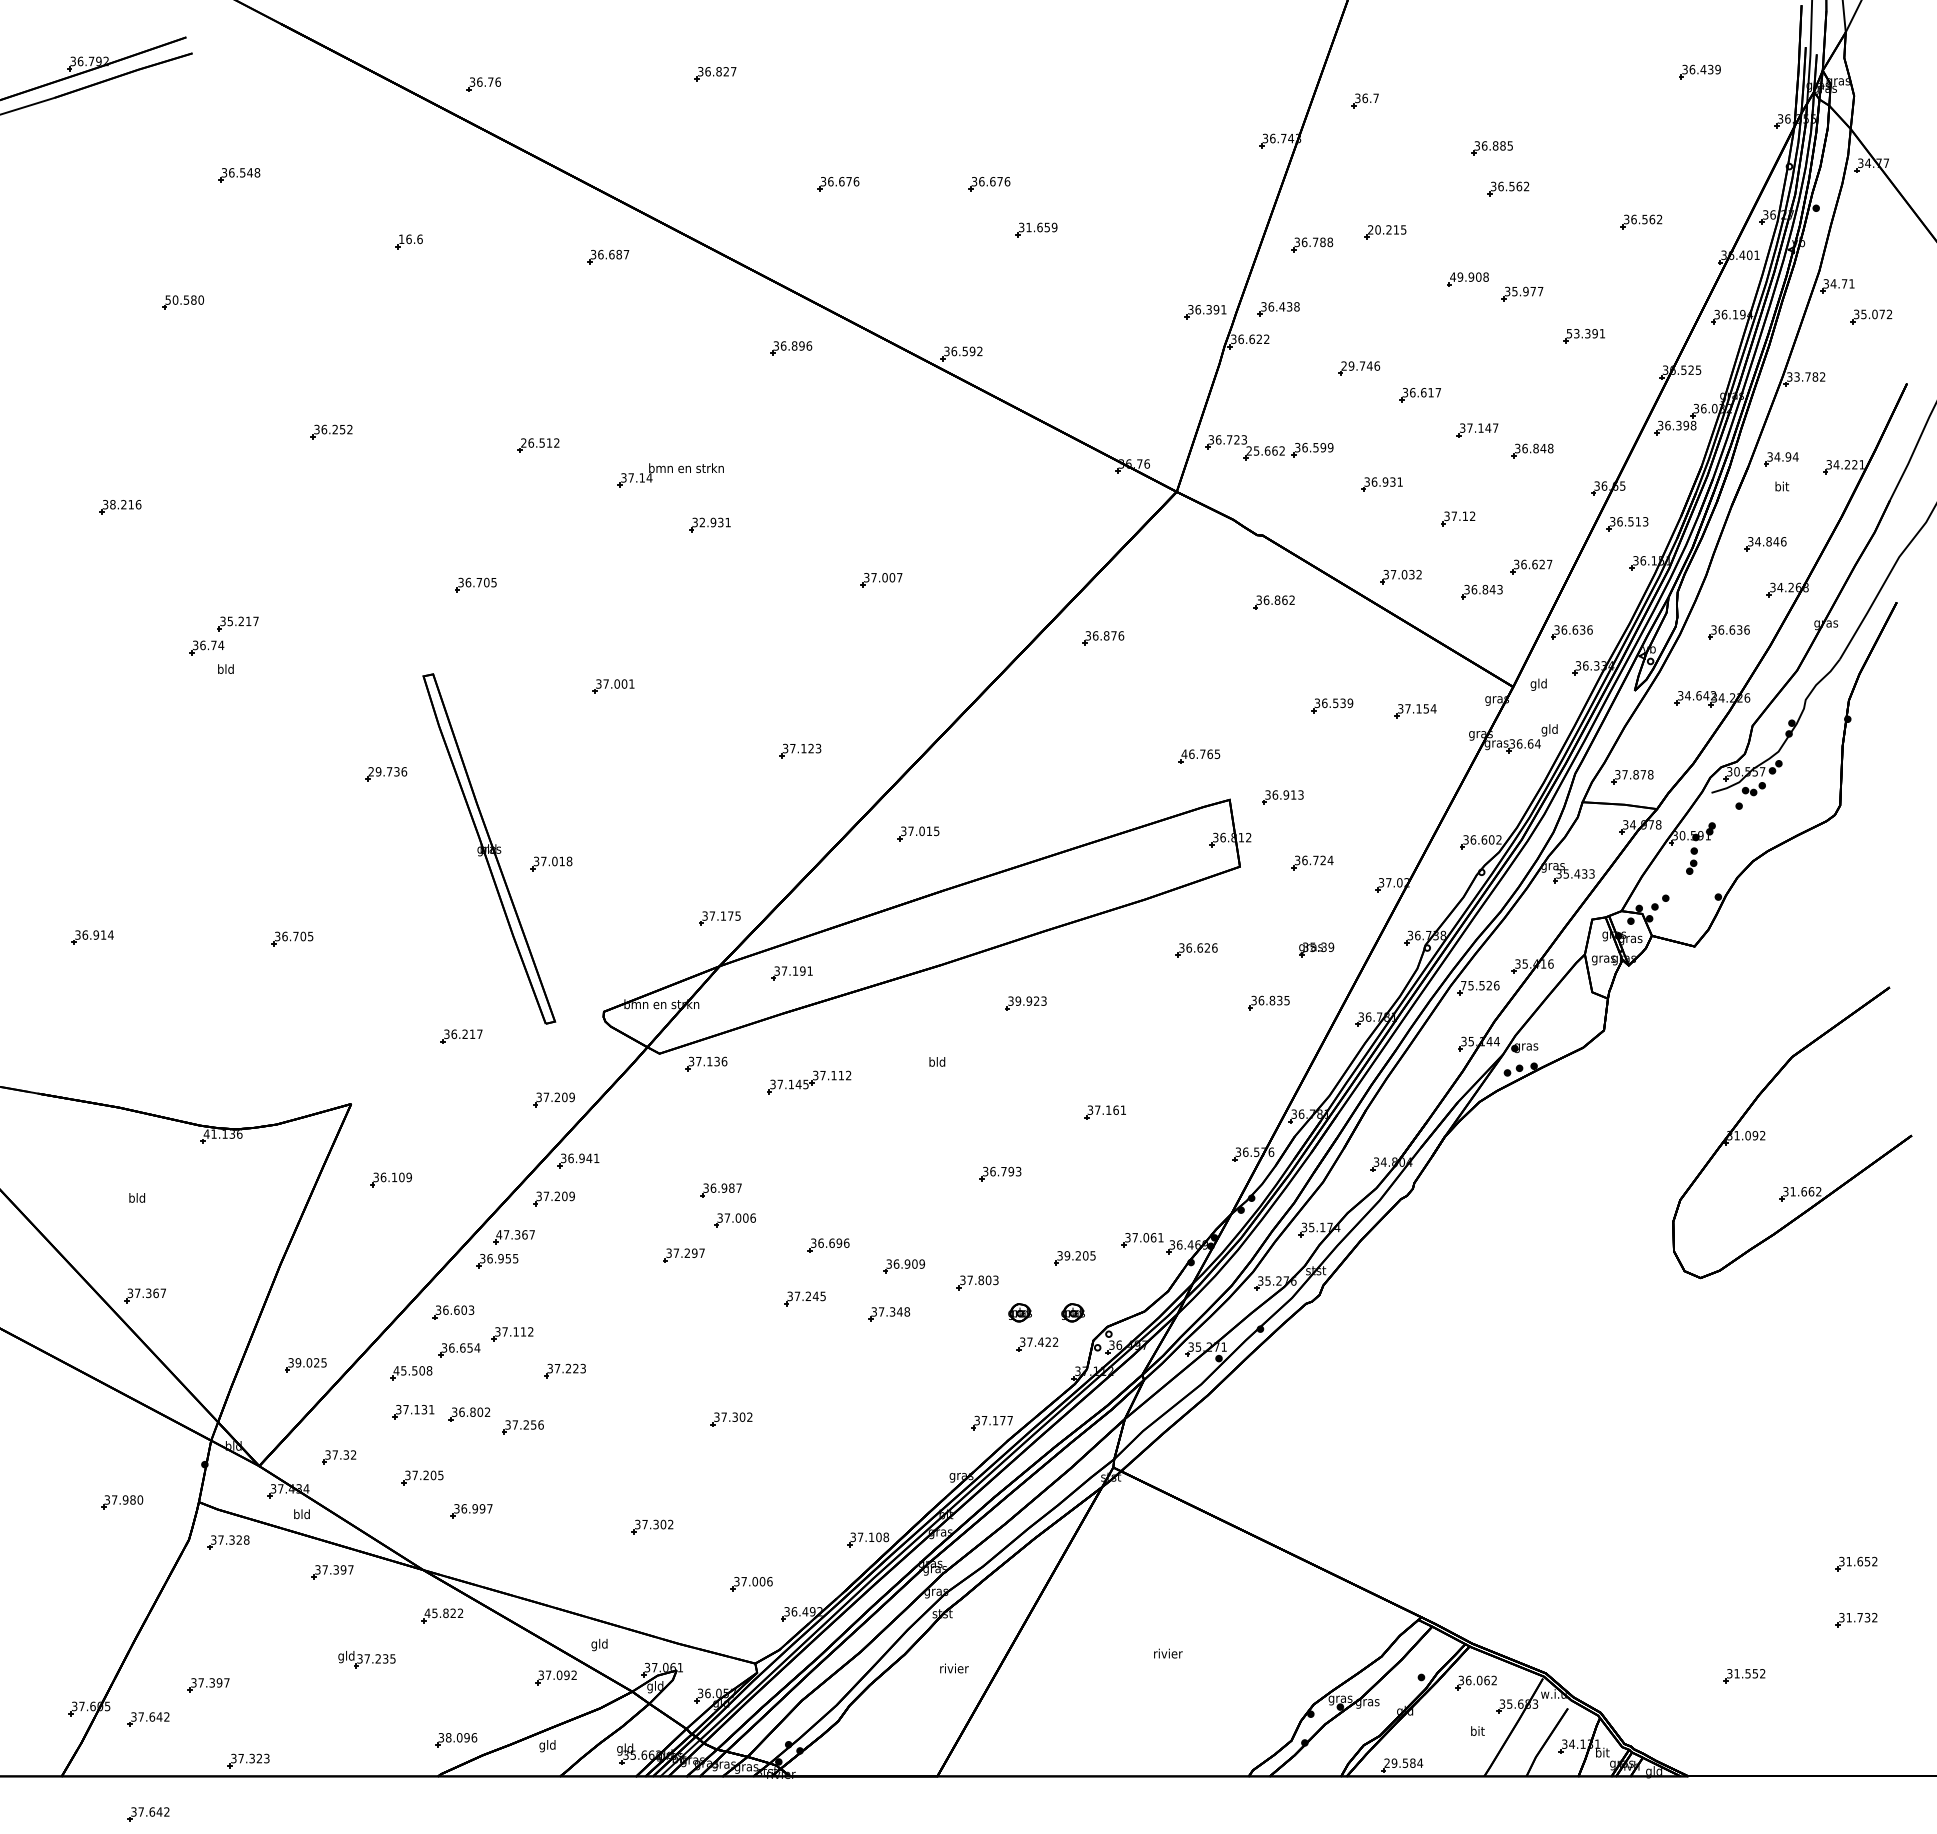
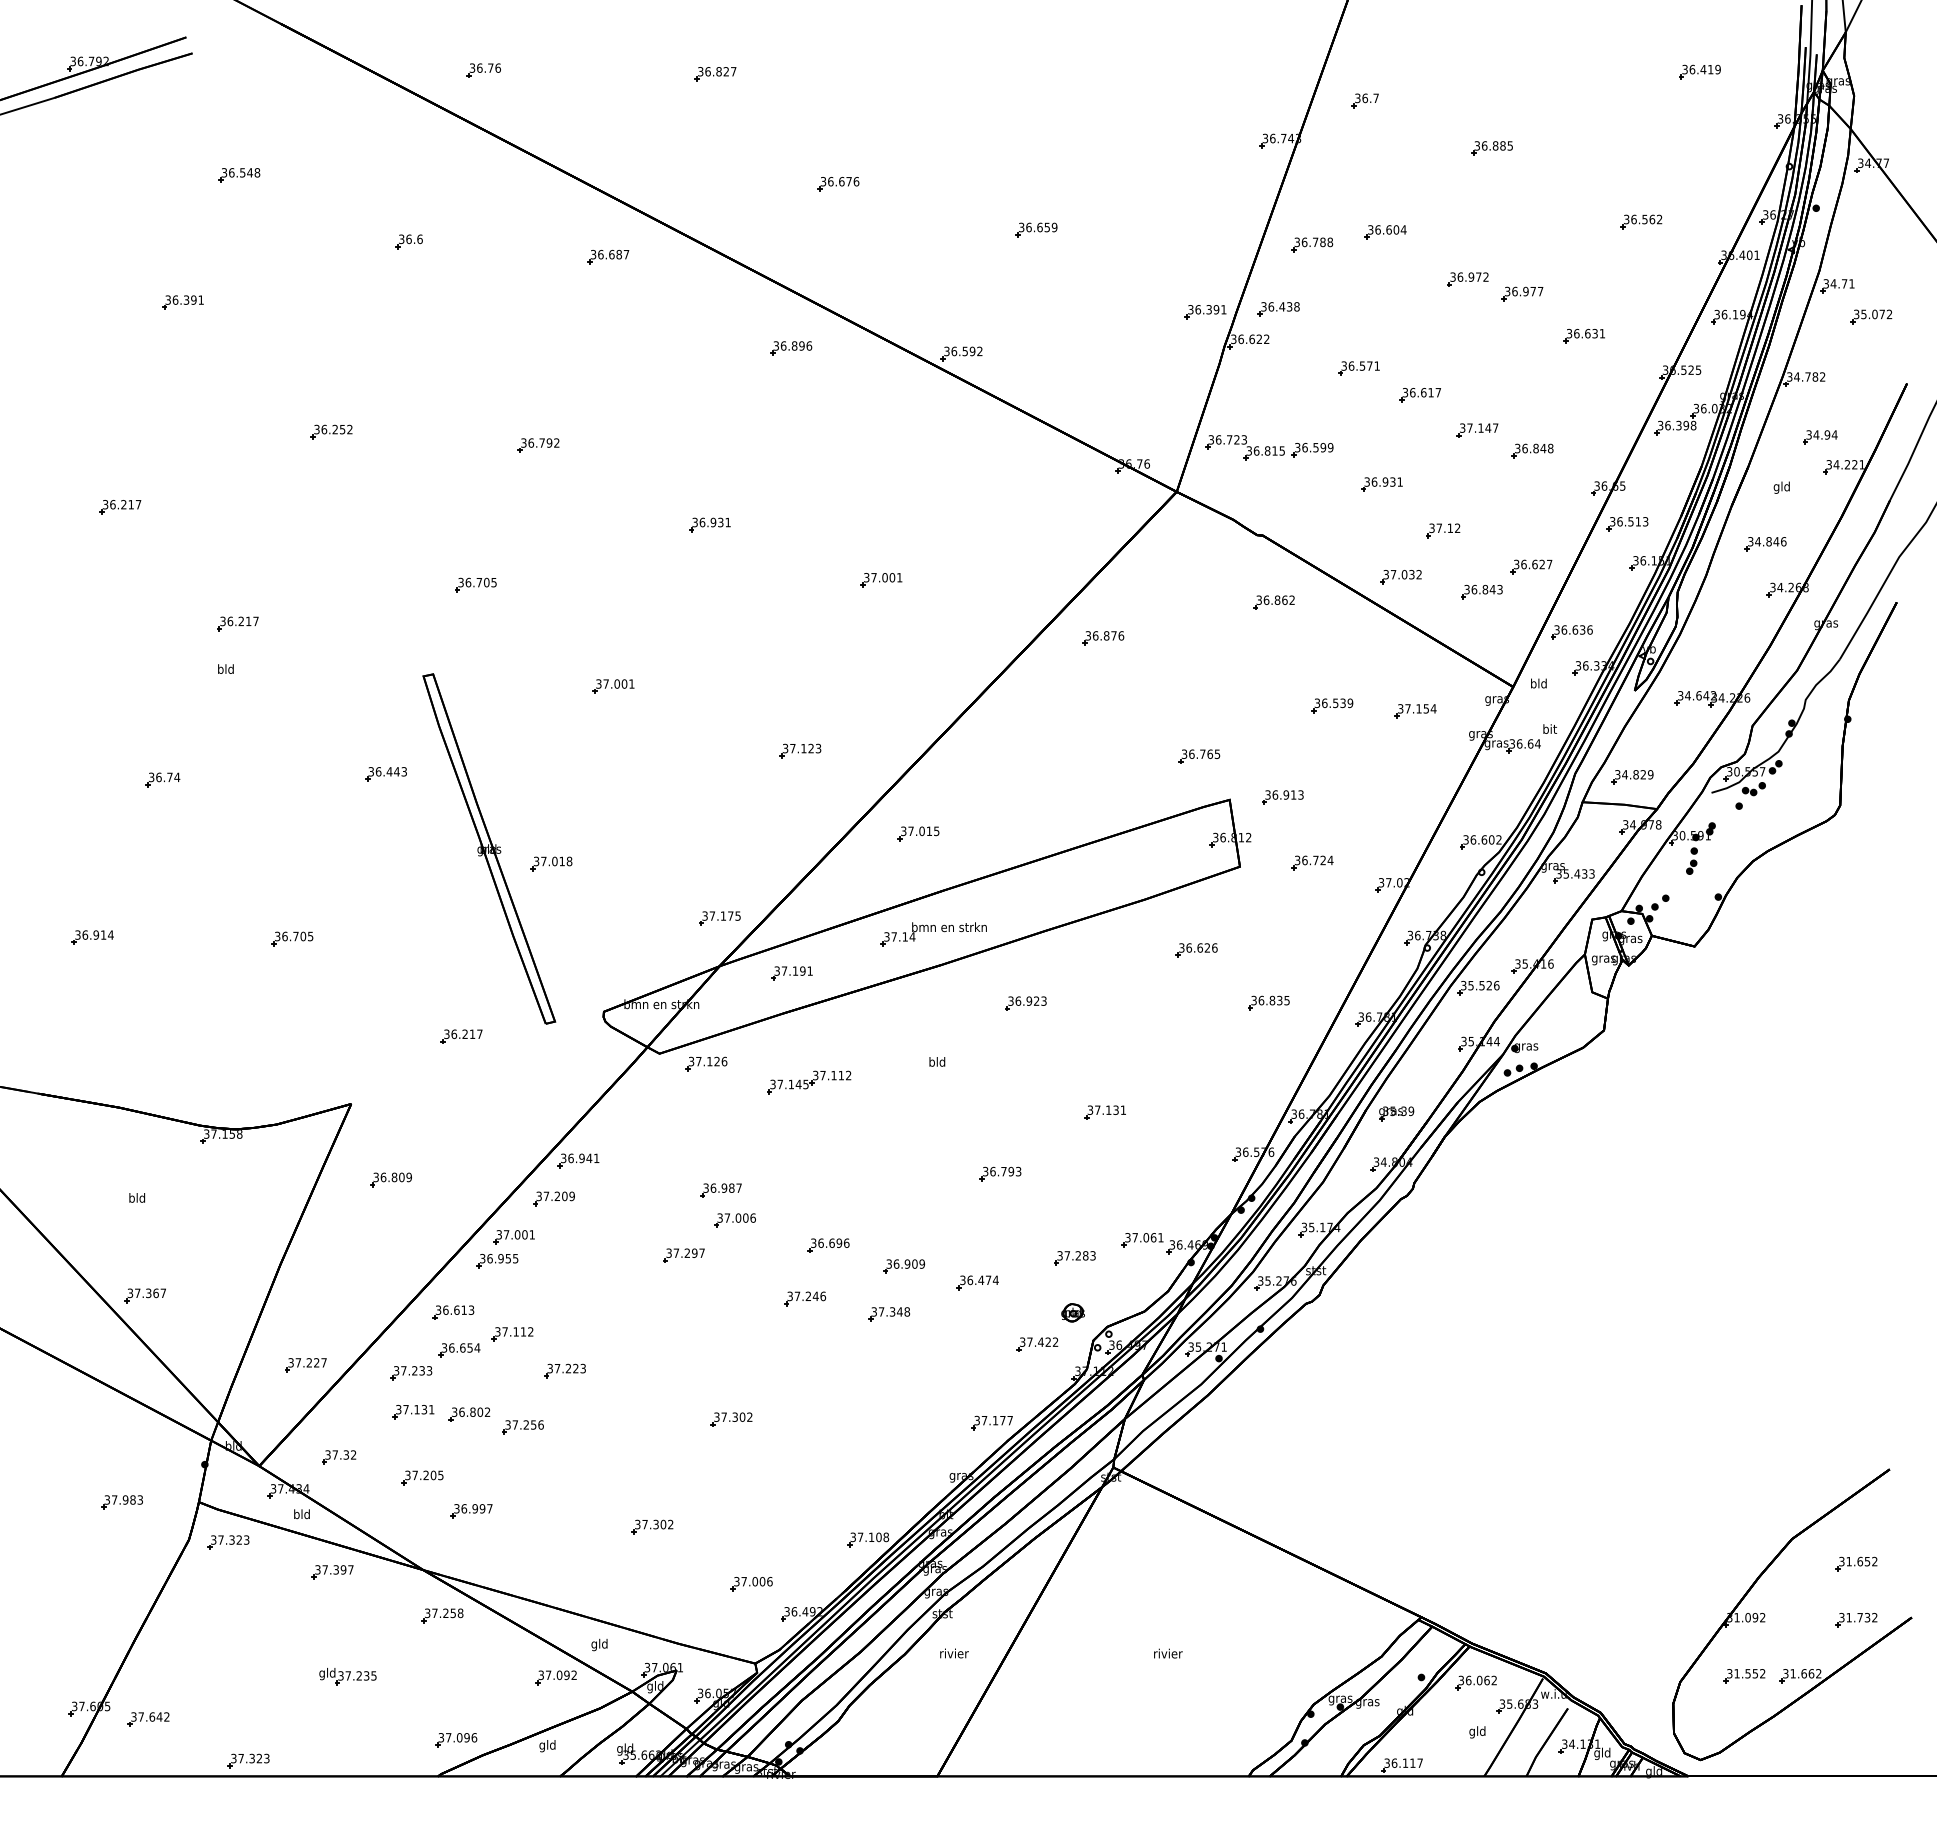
text at (1710, 69): 36.439 -> 36.419
part at (483, 84) position: (483, 84) -> (483, 70)
part at (989, 184): present -> none
part at (1508, 188): present -> none
text at (1028, 227): 31.659 -> 36.659
text at (1387, 229): 20.215 -> 36.604
text at (401, 239): 16.6 -> 36.6
text at (1469, 276): 49.908 -> 36.972
text at (1514, 291): 35.977 -> 36.977
text at (184, 299): 50.580 -> 36.391
text at (1582, 333): 53.391 -> 36.631
text at (1360, 365): 29.746 -> 36.571
text at (1796, 376): 33.782 -> 34.782
text at (536, 442): 26.512 -> 36.792
text at (1265, 450): 25.662 -> 36.815
part at (1781, 459) position: (1781, 459) -> (1820, 437)
part at (670, 475) position: (670, 475) -> (933, 934)
text at (1781, 487): bit -> gld
text at (125, 504): 38.216 -> 36.217
part at (1458, 518) position: (1458, 518) -> (1443, 530)
text at (702, 522): 32.931 -> 36.931
text at (899, 577): 37.007 -> 37.001
text at (230, 621): 35.217 -> 36.217
part at (1728, 632): present -> none
part at (206, 647) position: (206, 647) -> (162, 779)
text at (1533, 684): gld -> bld
text at (1549, 730): gld -> bit
text at (1184, 753): 46.765 -> 36.765
text at (387, 771): 29.736 -> 36.443
text at (1637, 774): 37.878 -> 34.829
part at (1316, 949) position: (1316, 949) -> (1396, 1113)
text at (1463, 985): 75.526 -> 35.526
text at (1018, 1000): 39.923 -> 36.923
text at (716, 1061): 37.136 -> 37.126
part at (553, 1099): present -> none
text at (1115, 1109): 37.161 -> 37.131
text at (222, 1133): 41.136 -> 37.158
part at (1765, 1133) position: (1765, 1133) -> (1765, 1615)
text at (394, 1177): 36.109 -> 36.809
text at (515, 1234): 47.367 -> 37.001
text at (1079, 1255): 39.205 -> 37.283
text at (982, 1280): 37.803 -> 36.474
text at (823, 1296): 37.245 -> 37.246
text at (464, 1309): 36.603 -> 36.613
part at (1019, 1312): present -> none
text at (310, 1362): 39.025 -> 37.227
text at (412, 1370): 45.508 -> 37.233
text at (140, 1499): 37.980 -> 37.983
text at (246, 1539): 37.328 -> 37.323
text at (443, 1613): 45.822 -> 37.258
part at (366, 1659) position: (366, 1659) -> (347, 1676)
text at (954, 1668) position: (954, 1668) -> (954, 1653)
part at (208, 1685): present -> none
text at (1477, 1732): bit -> gld
text at (448, 1737): 38.096 -> 37.096
text at (1602, 1753): bit -> gld
text at (1403, 1762): 29.584 -> 36.117
part at (148, 1814): present -> none
